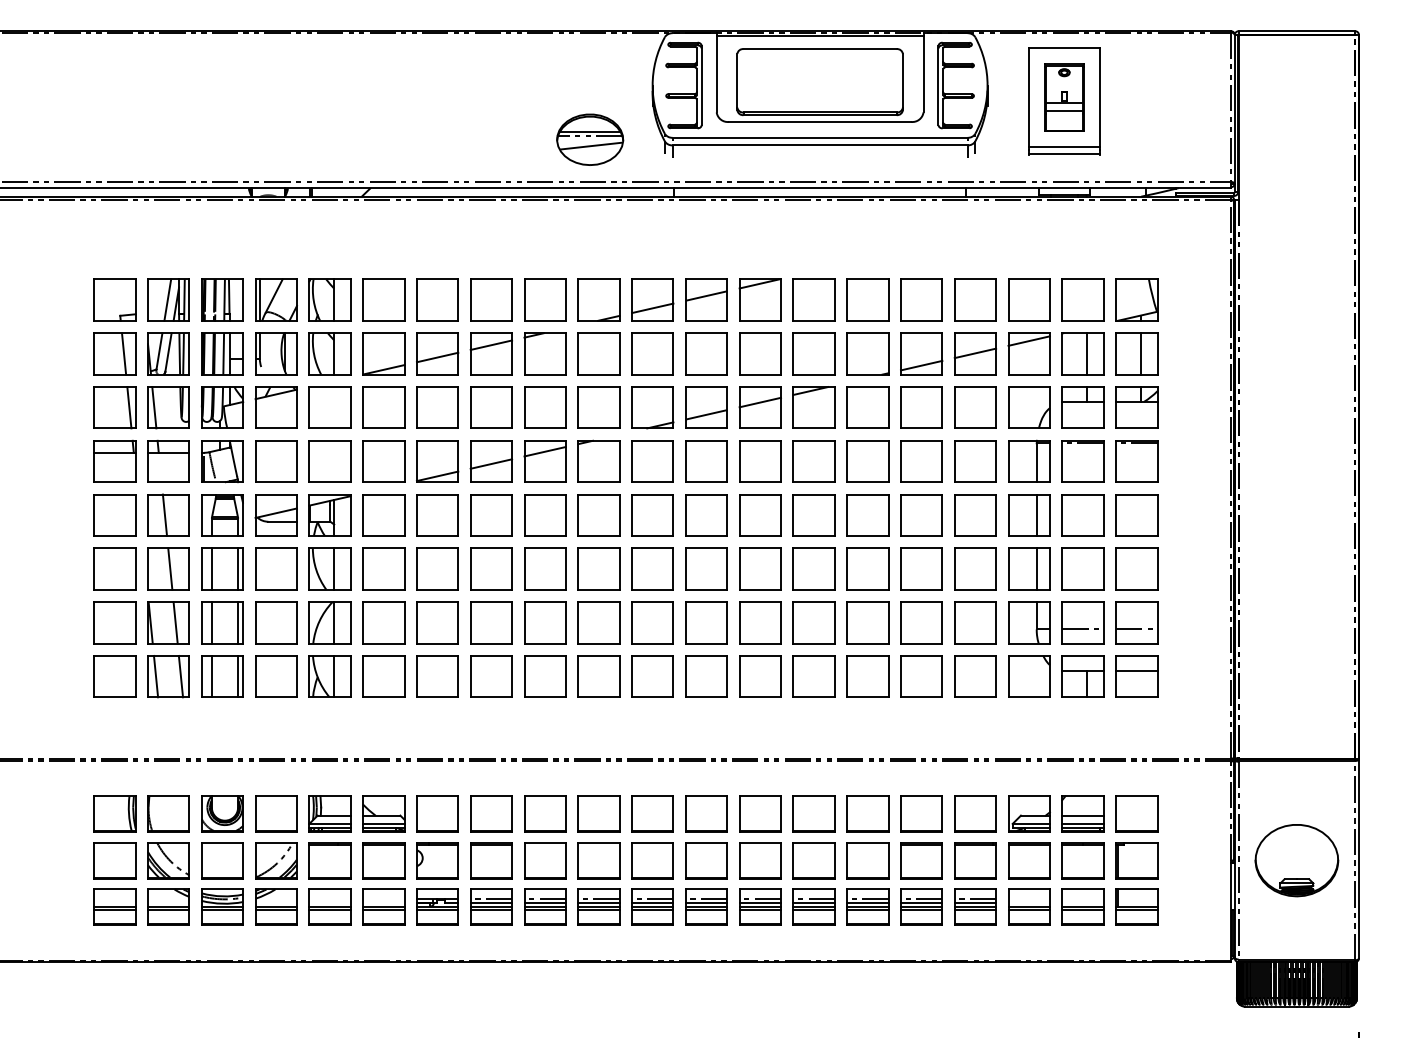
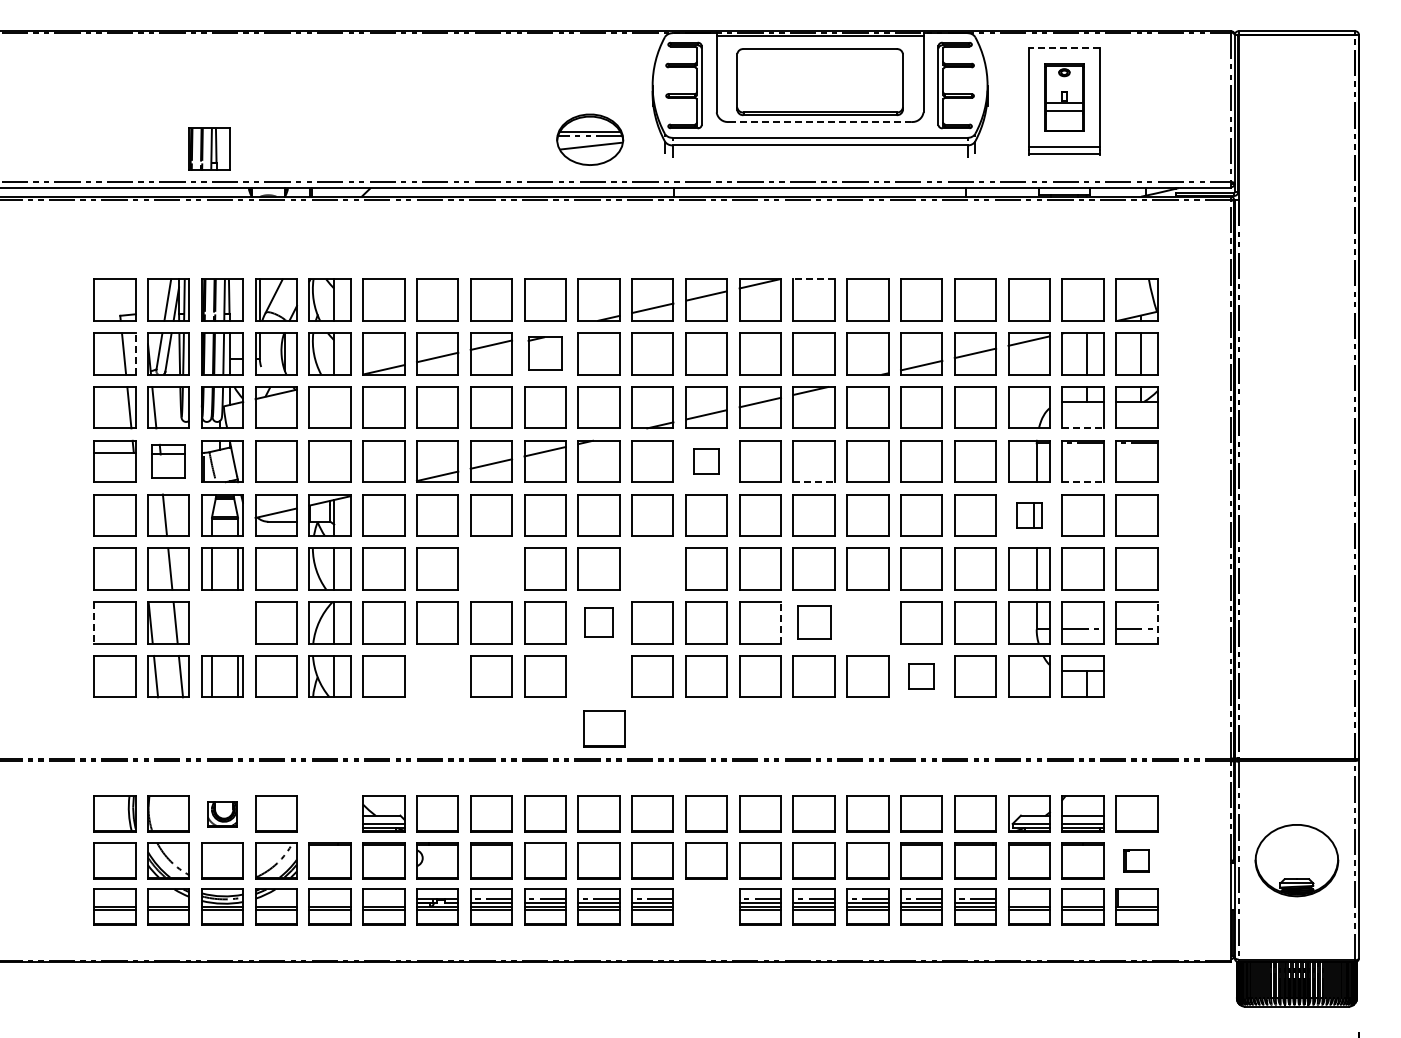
line at (1064, 48): solid -> dashed
line at (820, 122): solid -> dashed
part at (209, 148): none -> present
line at (814, 279): solid -> dashed
line at (135, 353): solid -> dashed
part at (544, 353) size: 44x44 px -> 36x35 px
line at (1083, 428): solid -> dashed
part at (168, 460) size: 43x44 px -> 35x35 px
part at (706, 461) size: 43x43 px -> 27x27 px
line at (814, 482): solid -> dashed
line at (1083, 482): solid -> dashed
part at (1029, 515) size: 43x43 px -> 27x27 px
part at (491, 568): present -> none
part at (652, 568): present -> none
line at (94, 622): solid -> dashed
part at (222, 622): present -> none
part at (598, 622) size: 44x44 px -> 30x31 px
line at (781, 622): solid -> dashed
part at (813, 622) size: 44x44 px -> 35x35 px
part at (867, 622): present -> none
line at (1157, 622): solid -> dashed
part at (437, 676): present -> none
part at (598, 676): present -> none
part at (921, 676) size: 43x43 px -> 27x27 px
part at (1136, 676): present -> none
part at (604, 728): none -> present
part at (222, 813) size: 43x38 px -> 31x27 px
part at (329, 813): present -> none
part at (1136, 860) size: 44x38 px -> 27x24 px
part at (706, 906): present -> none
